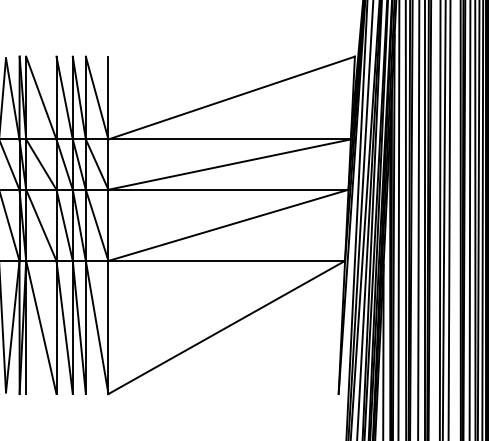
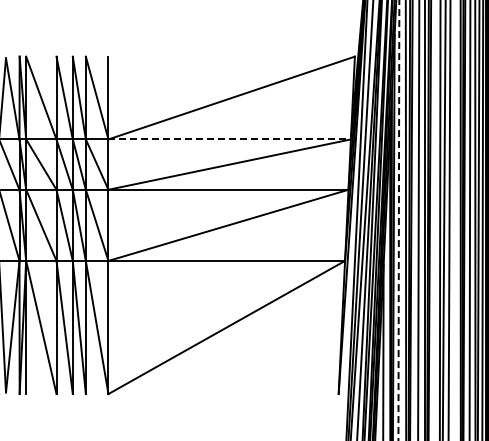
line at (230, 139): solid -> dashed
line at (398, 220): solid -> dashed
